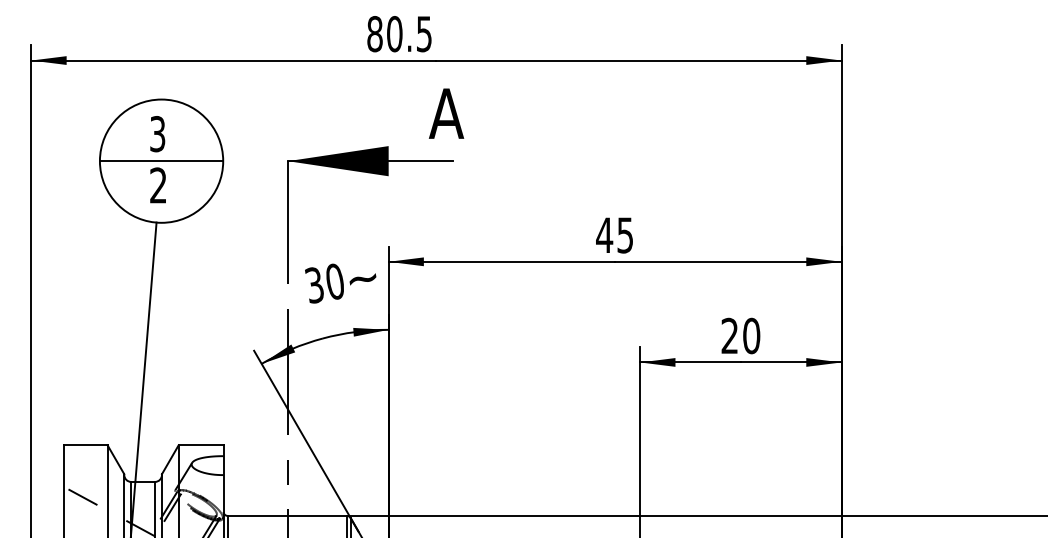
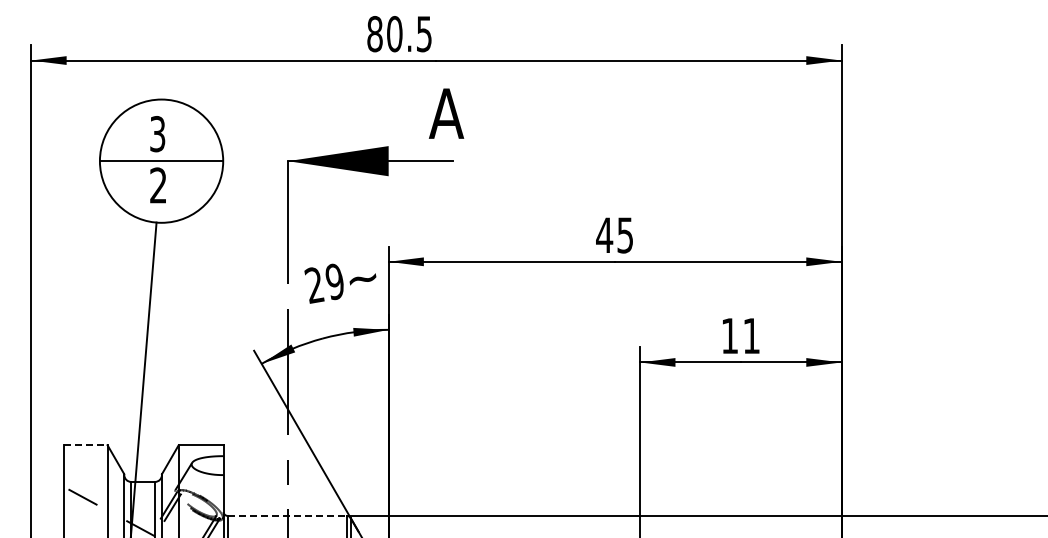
text at (323, 283): 30 -> 29
text at (740, 335): 20 -> 11
line at (85, 445): solid -> dashed
line at (287, 515): solid -> dashed
